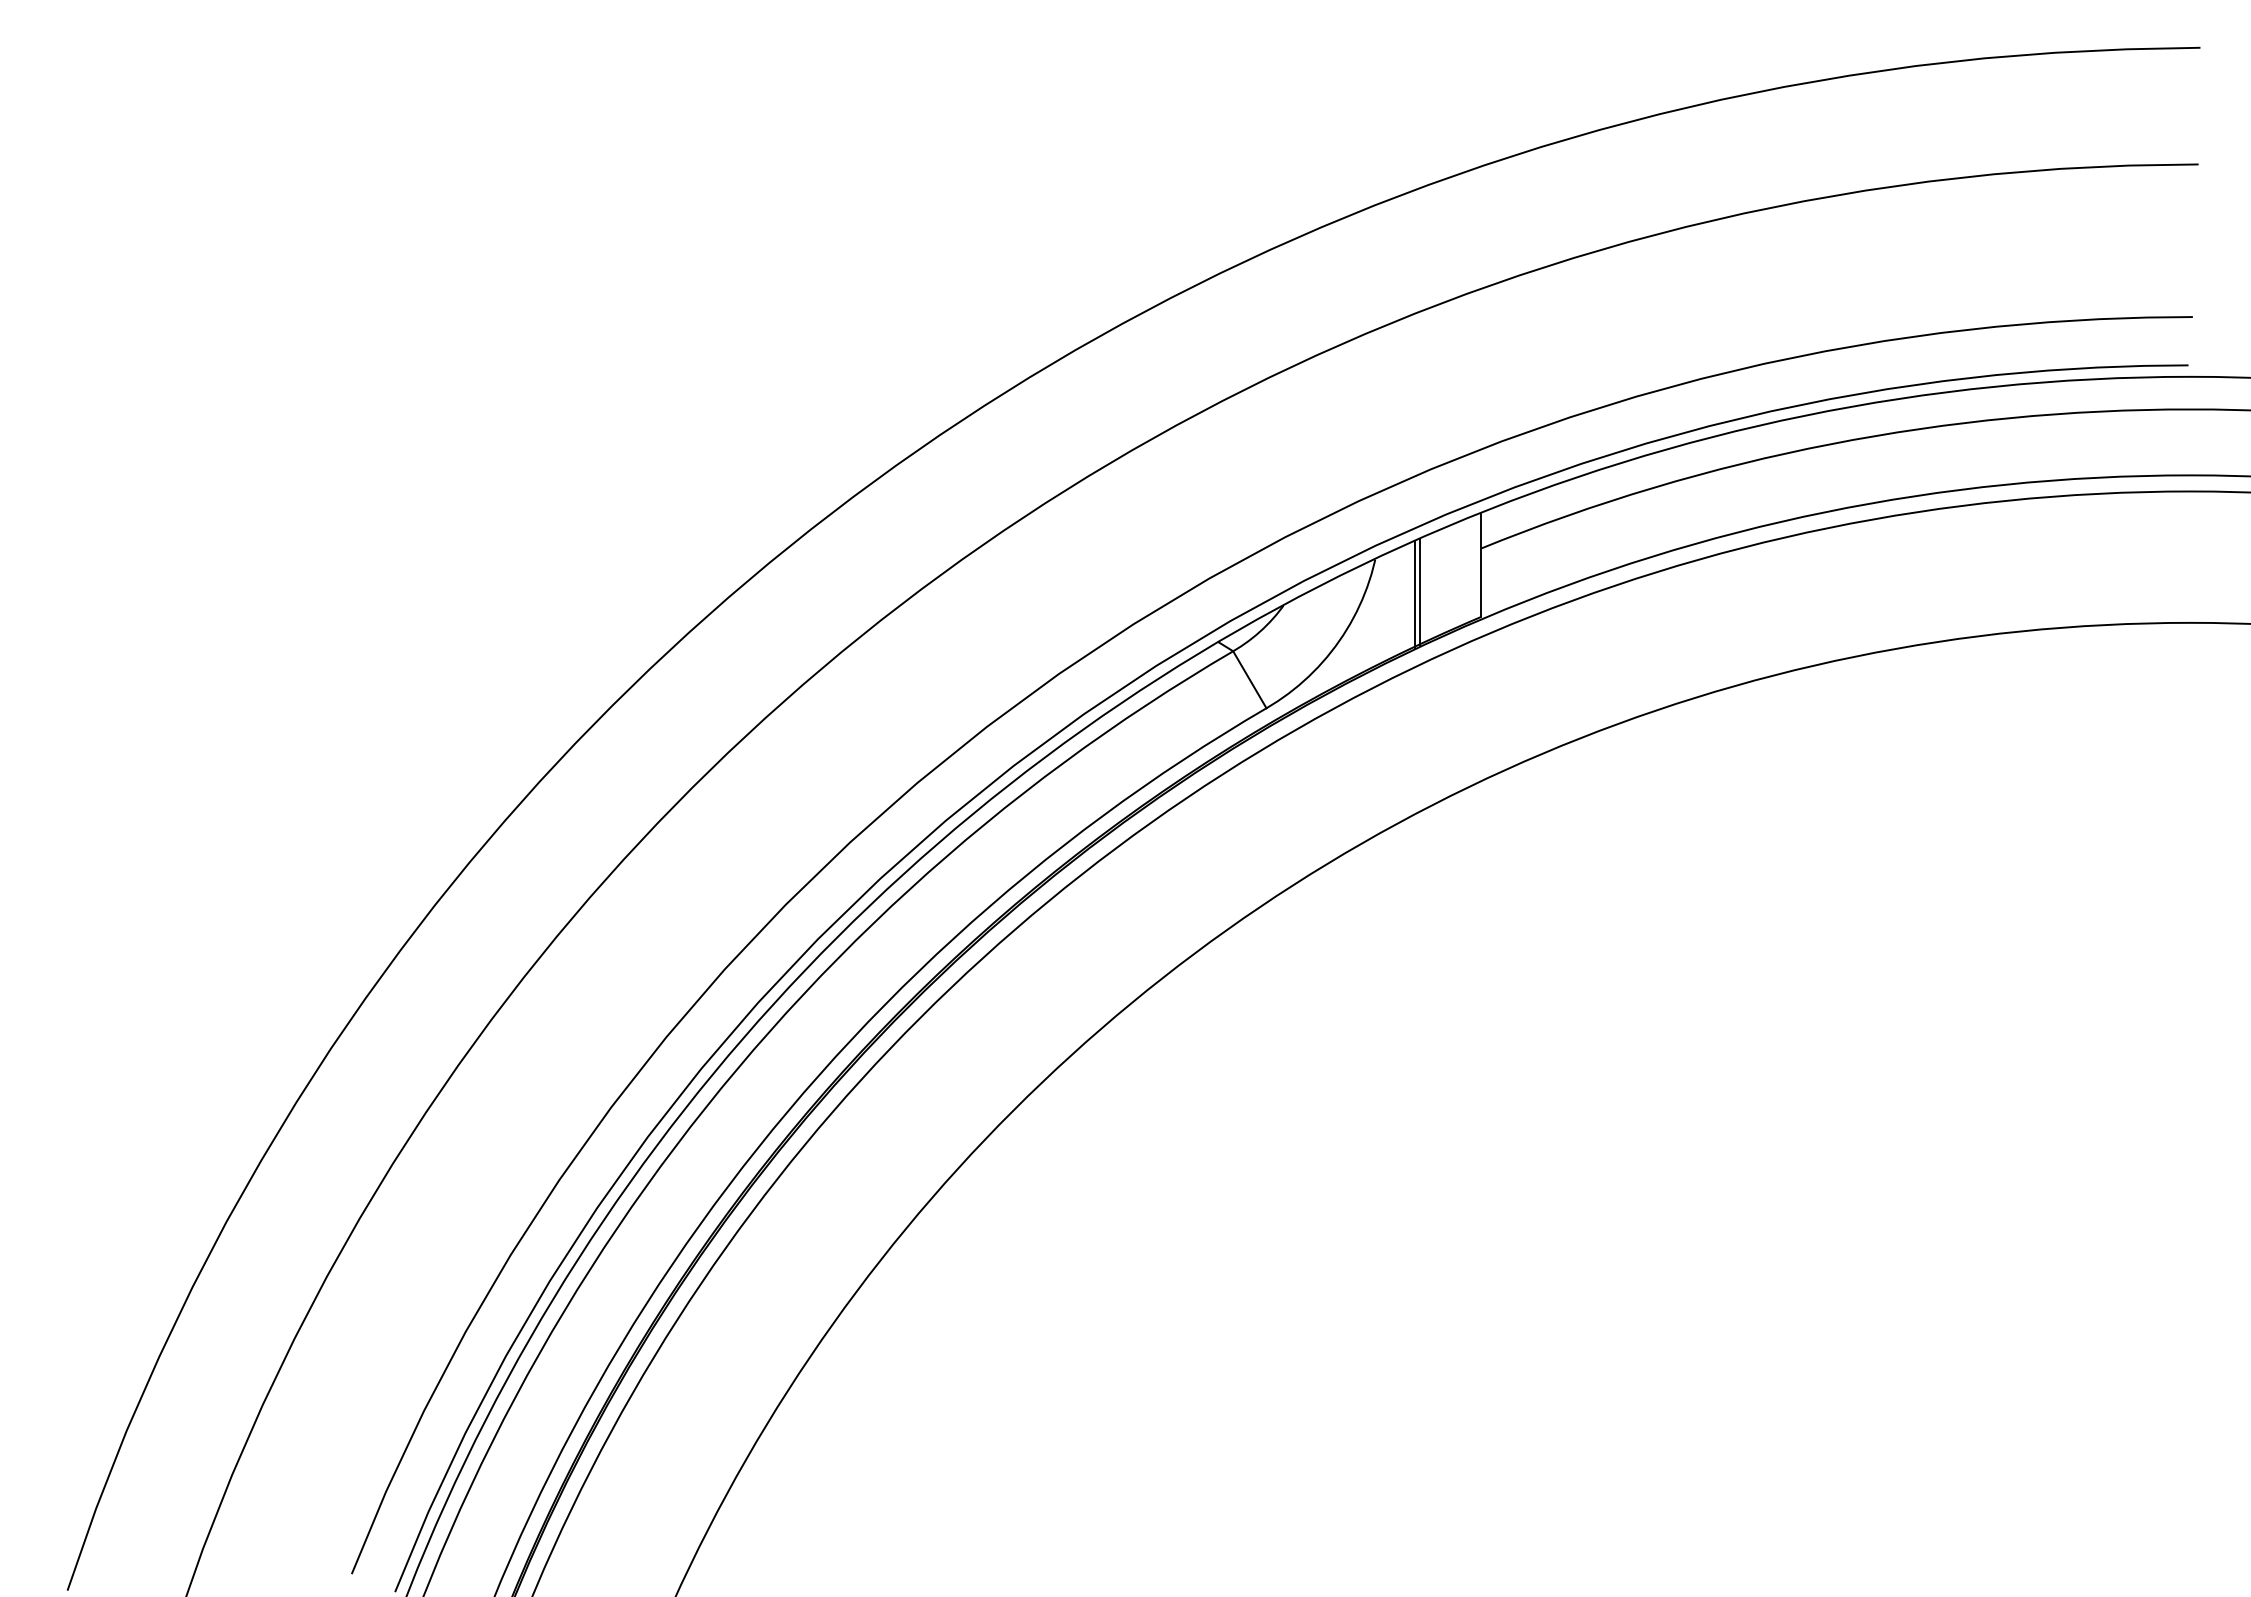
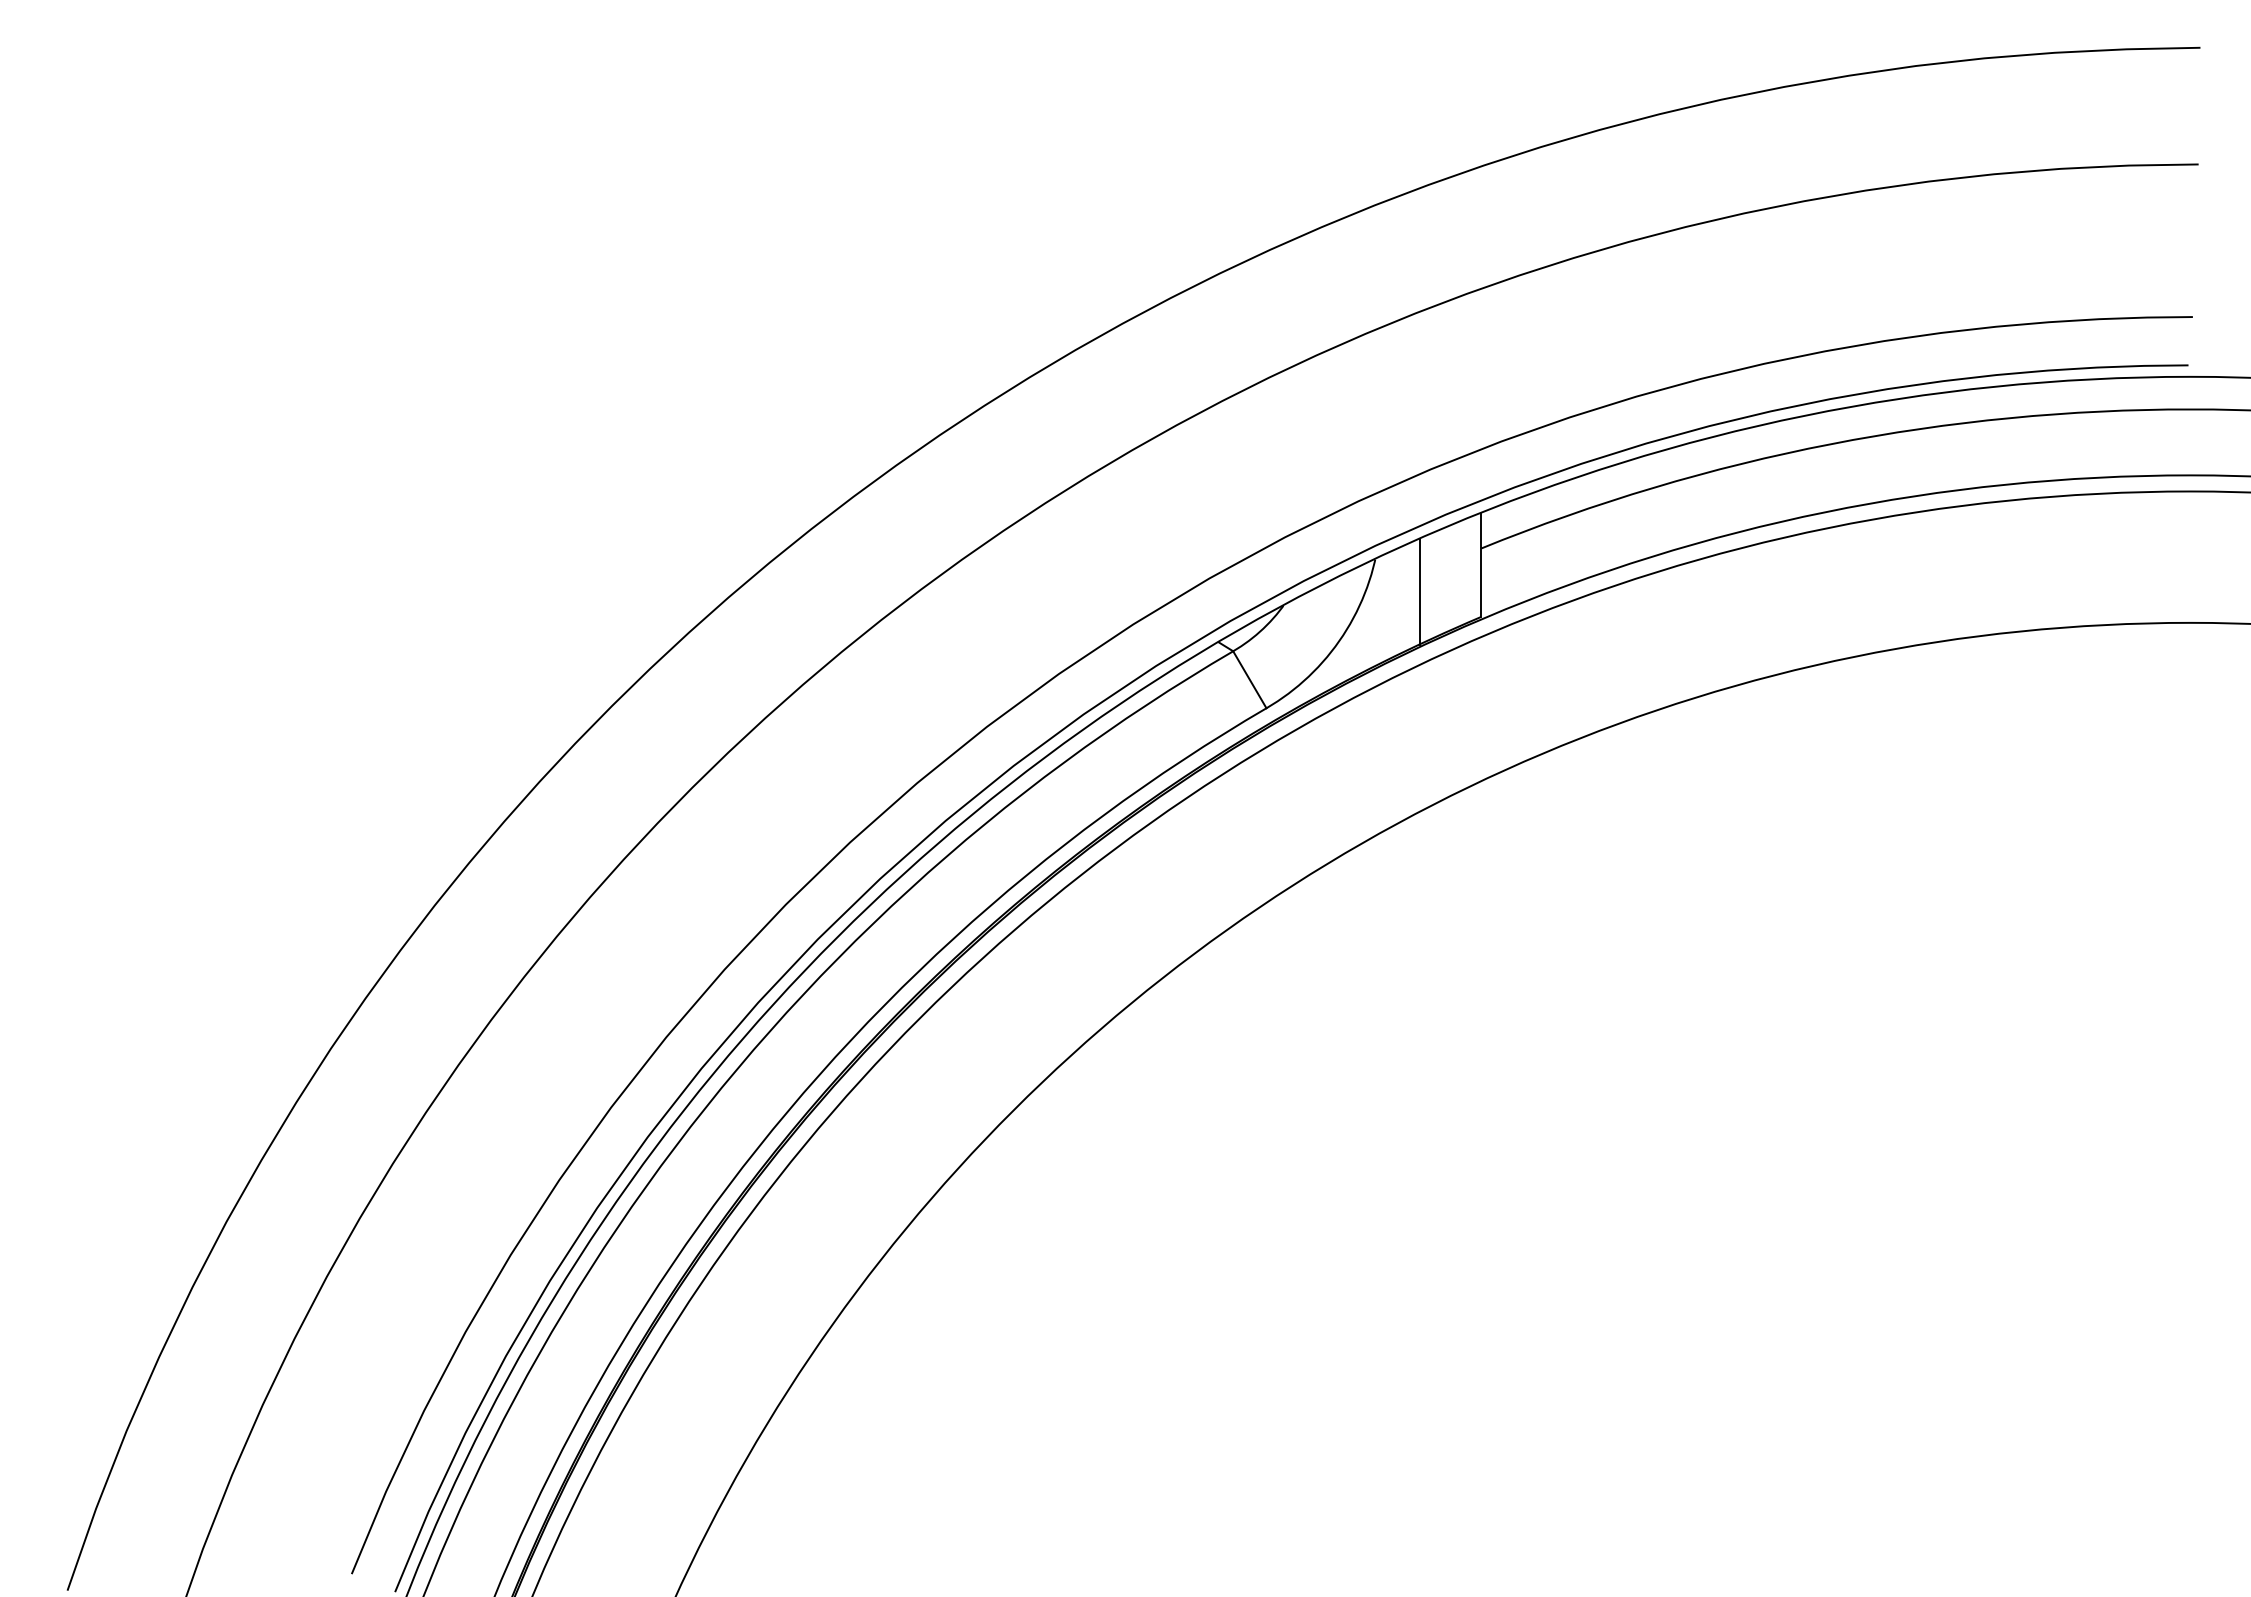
line at (1415, 594): present -> none
